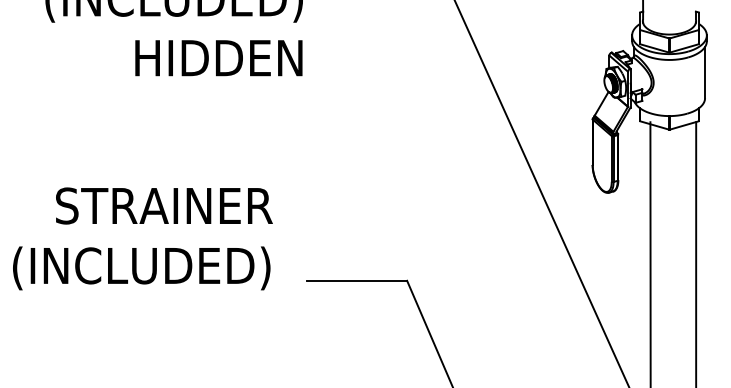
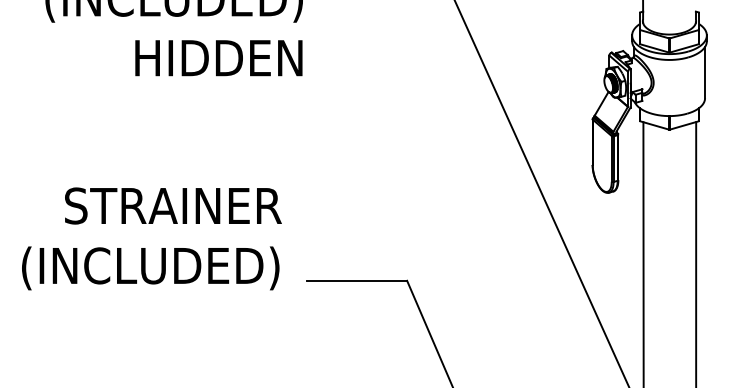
text at (142, 238) position: (142, 238) -> (151, 238)
line at (650, 253) position: (650, 253) -> (643, 253)
